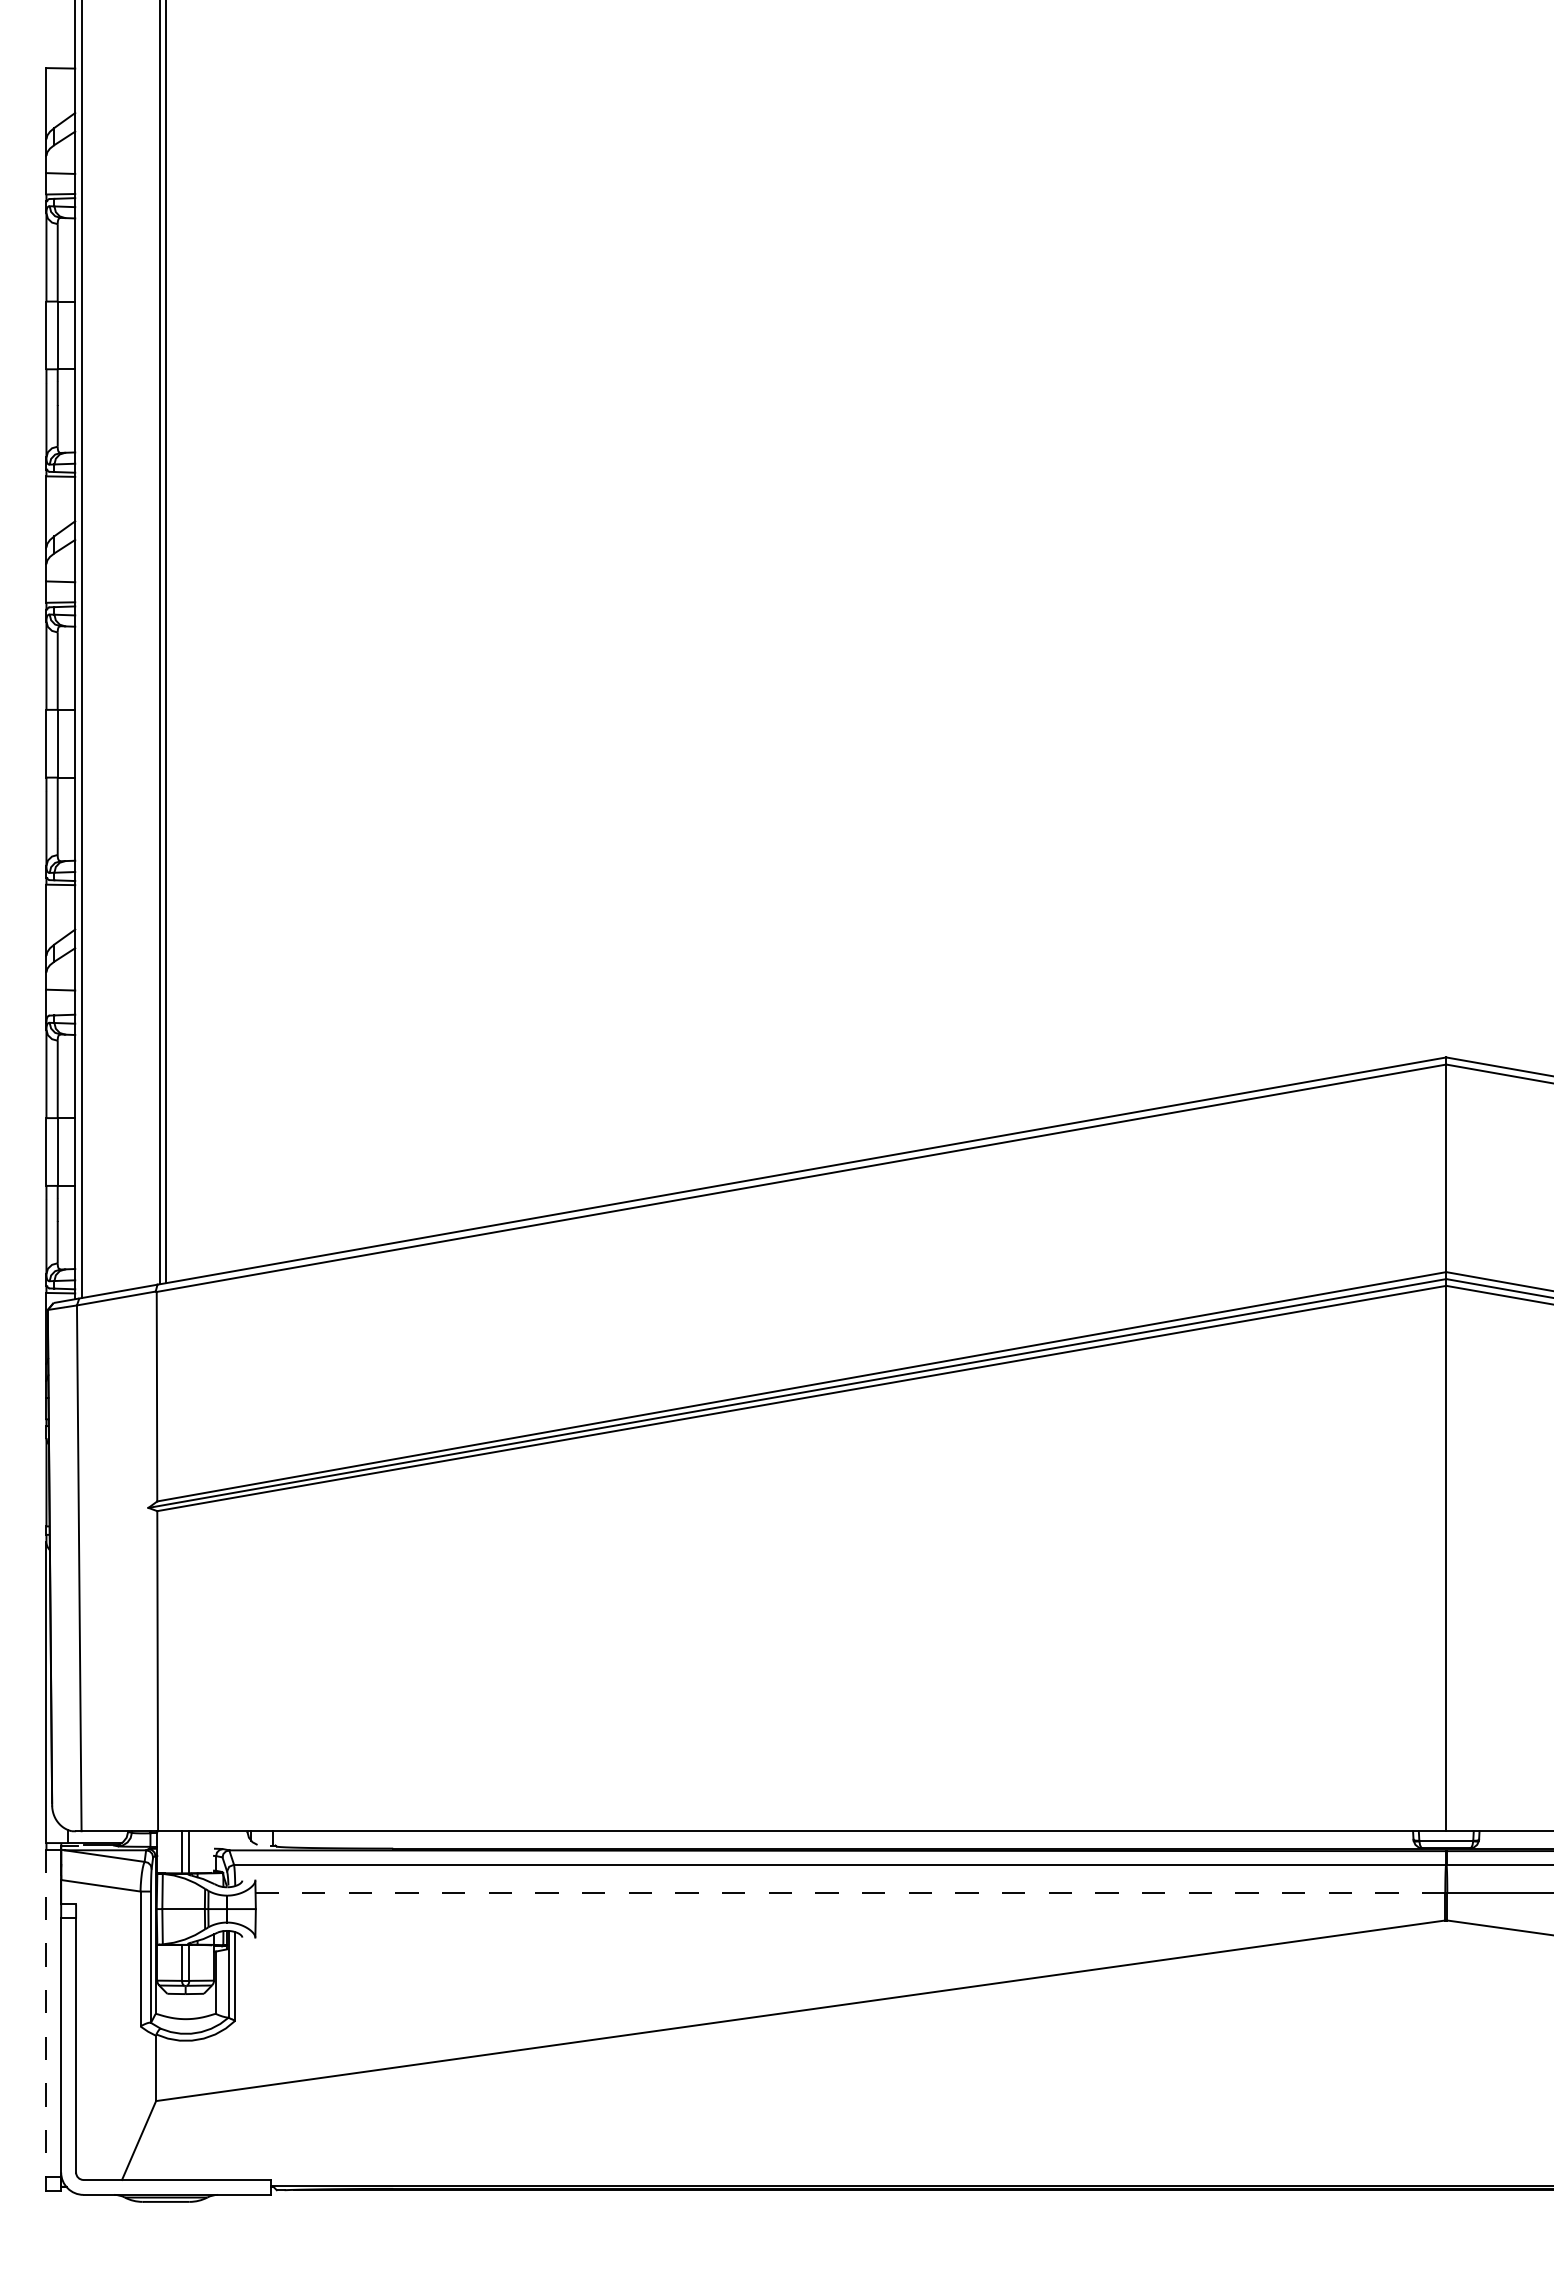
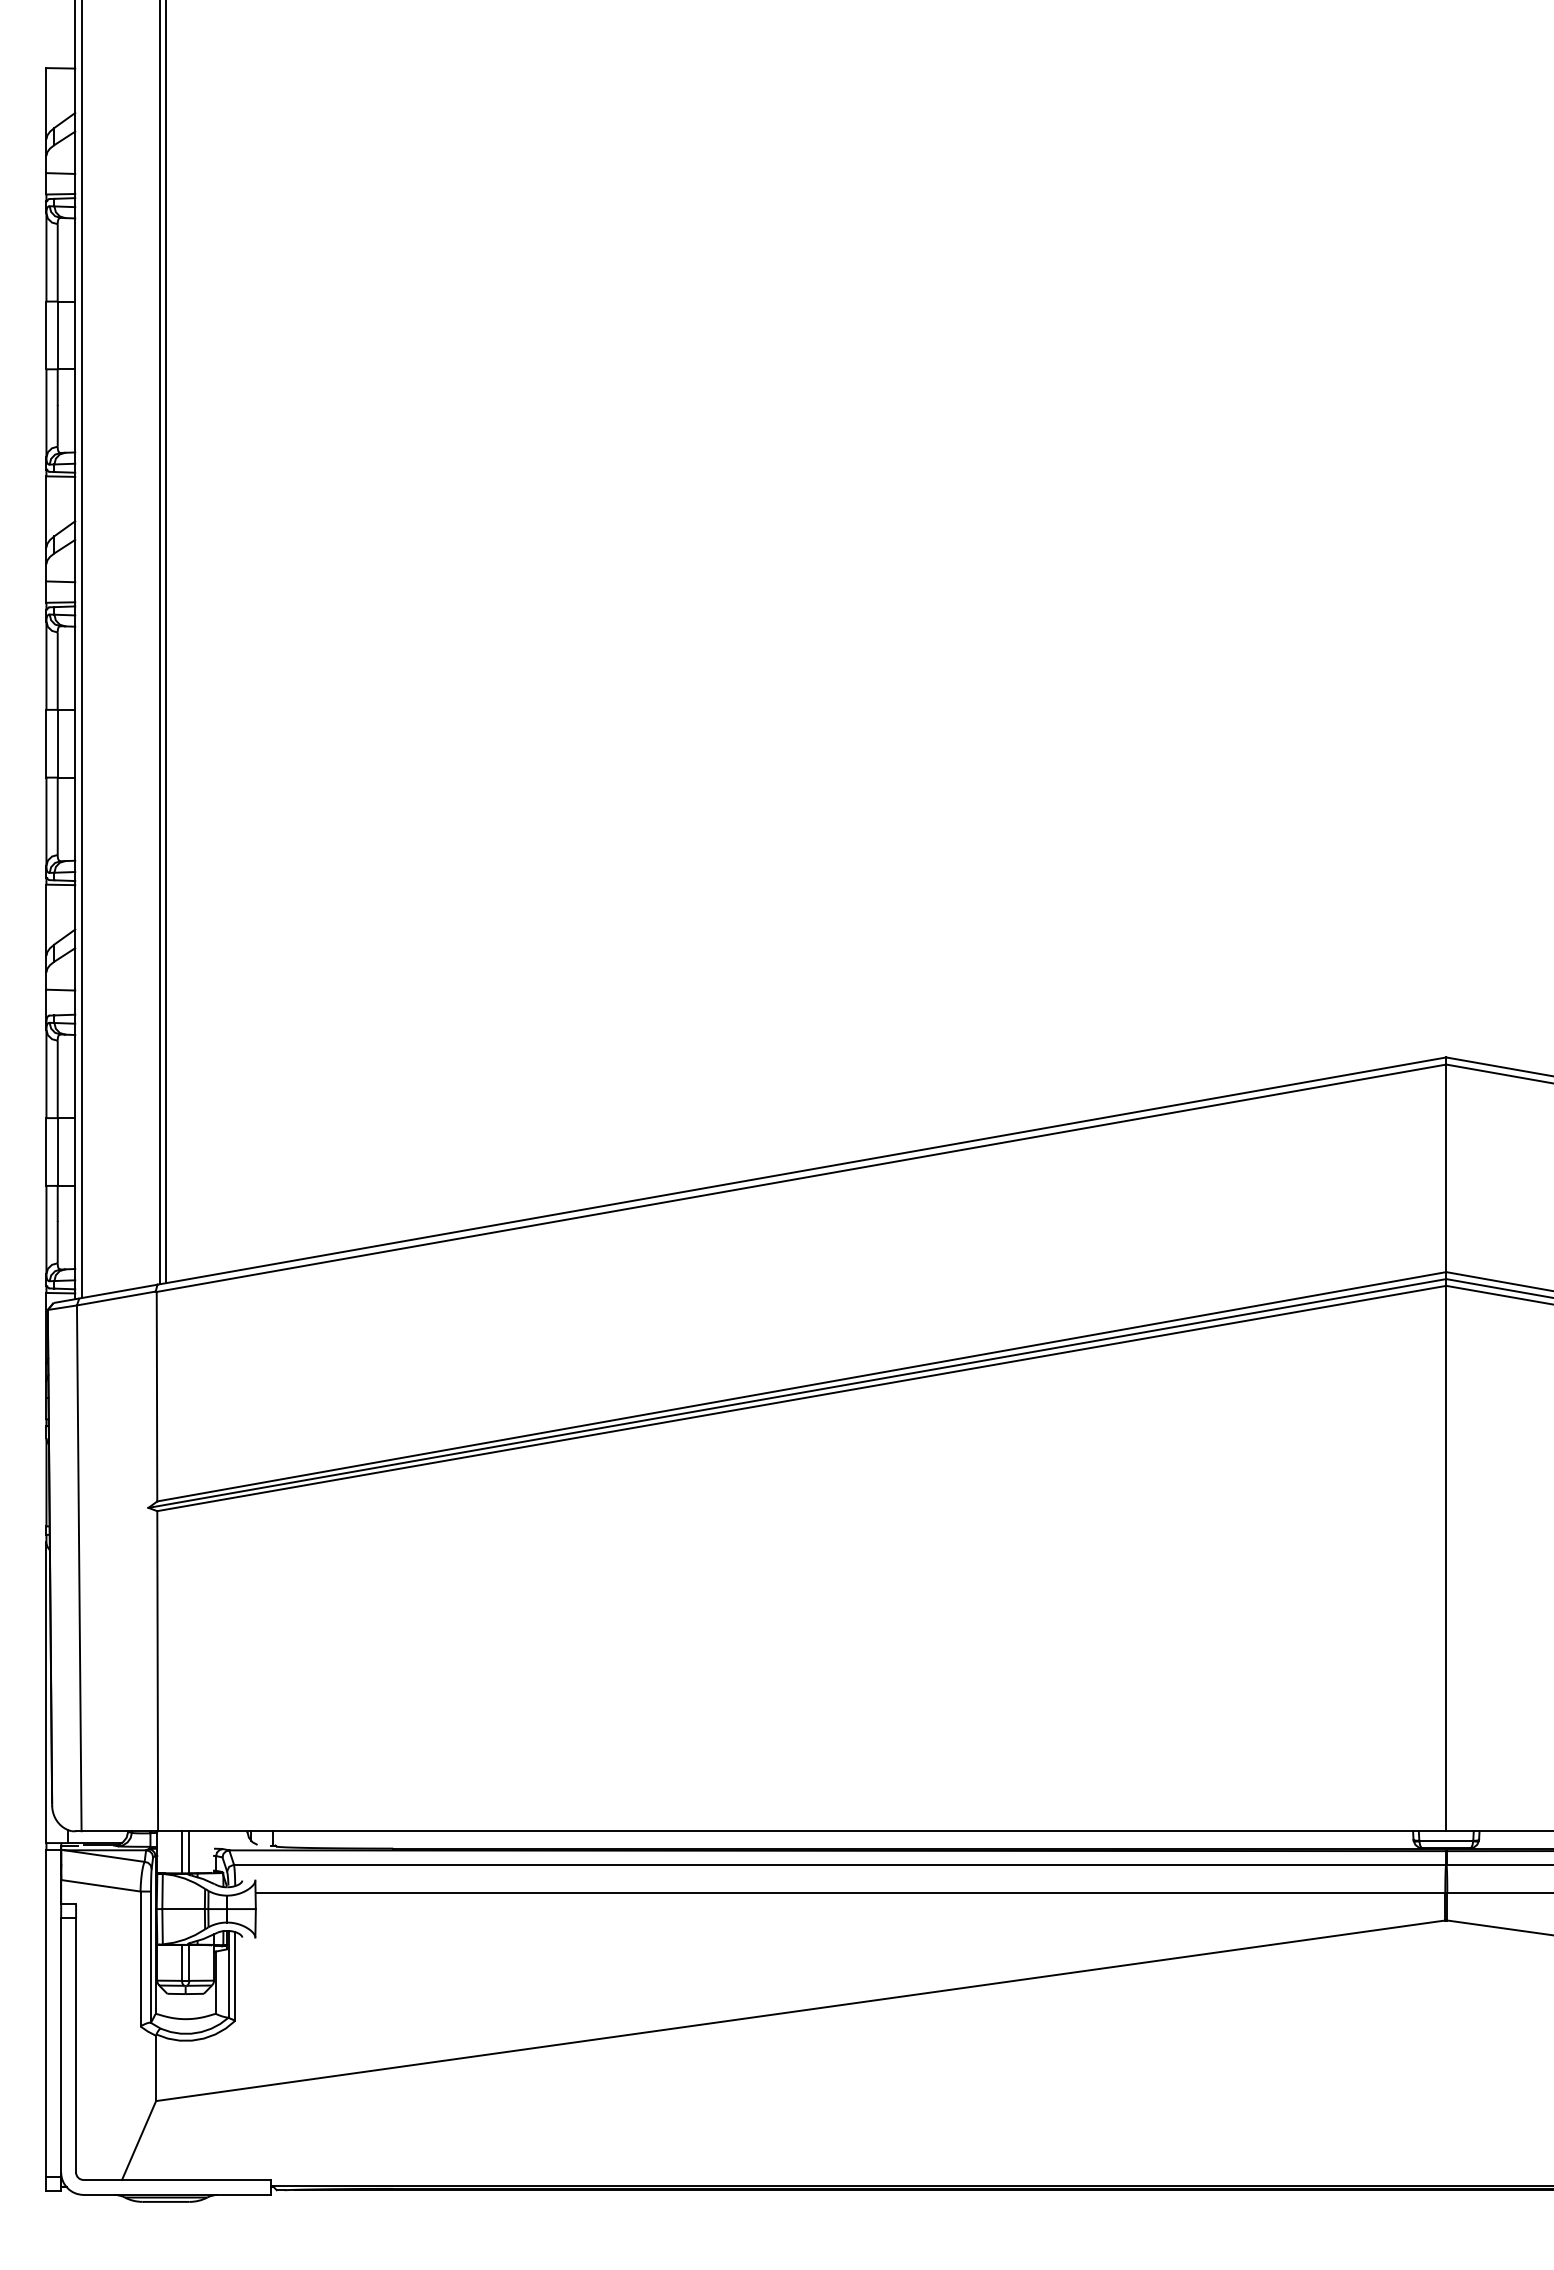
line at (850, 1892): dashed -> solid
line at (46, 2013): dashed -> solid
